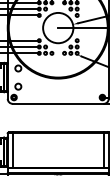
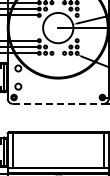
line at (58, 103): solid -> dashed
